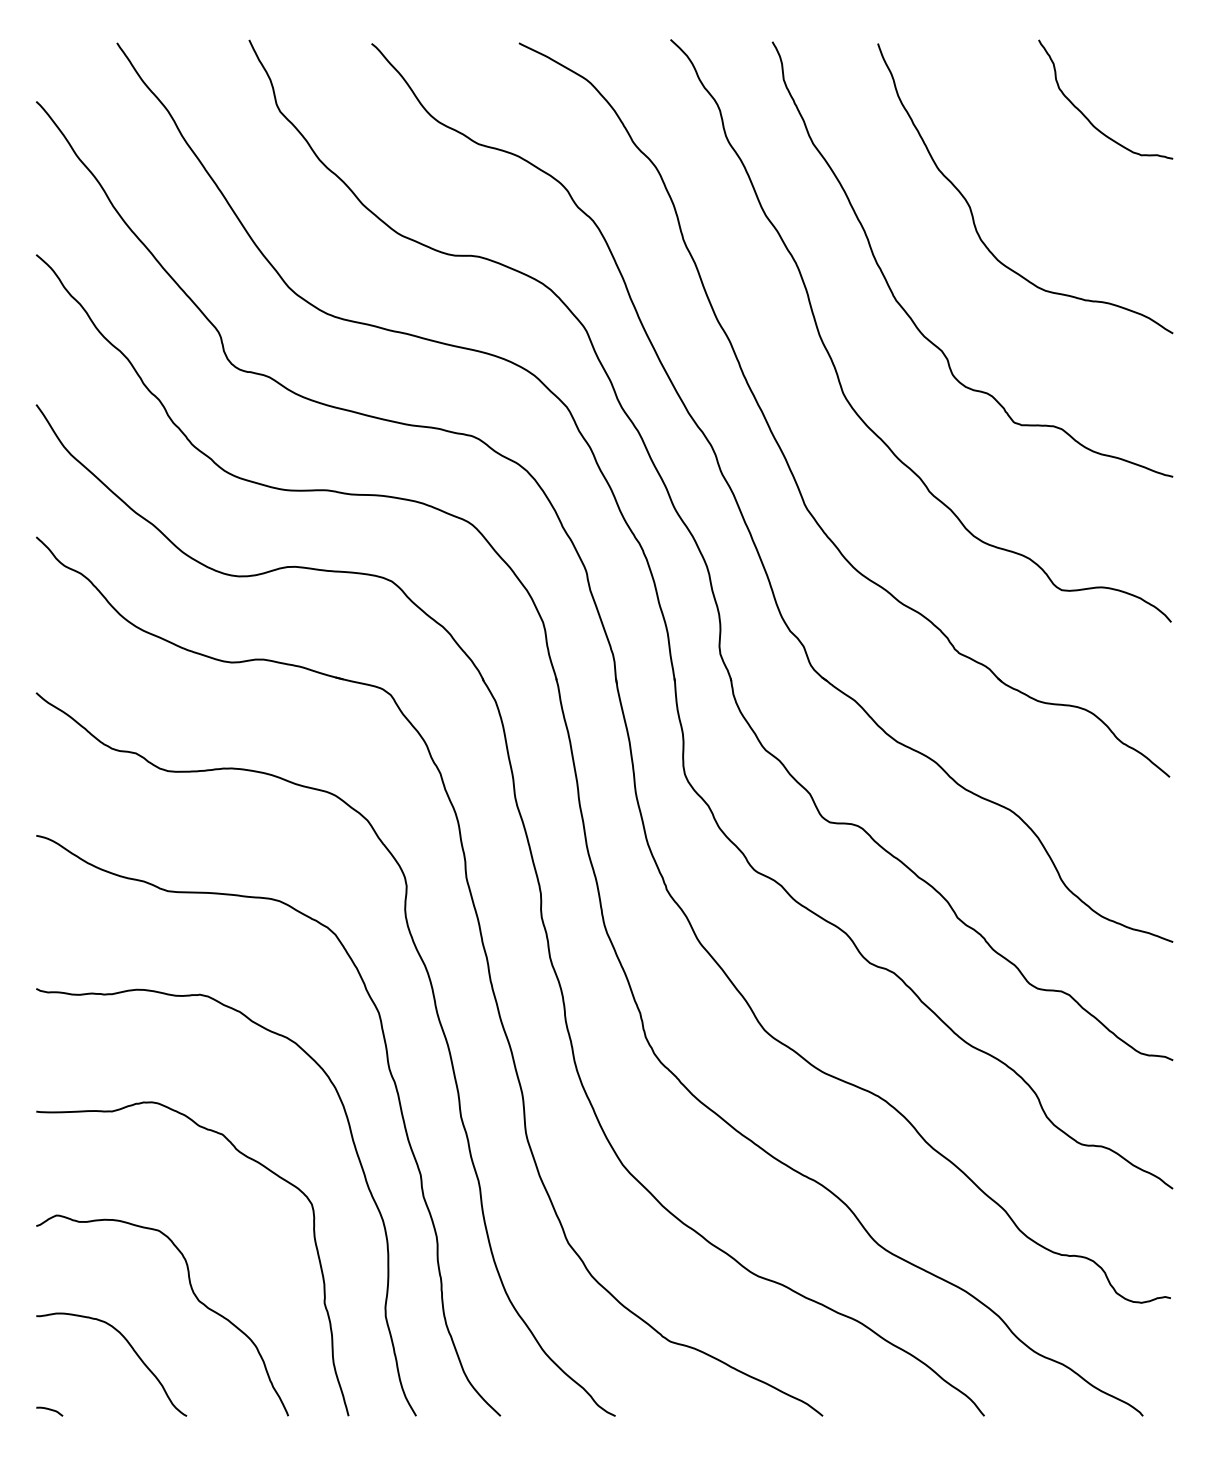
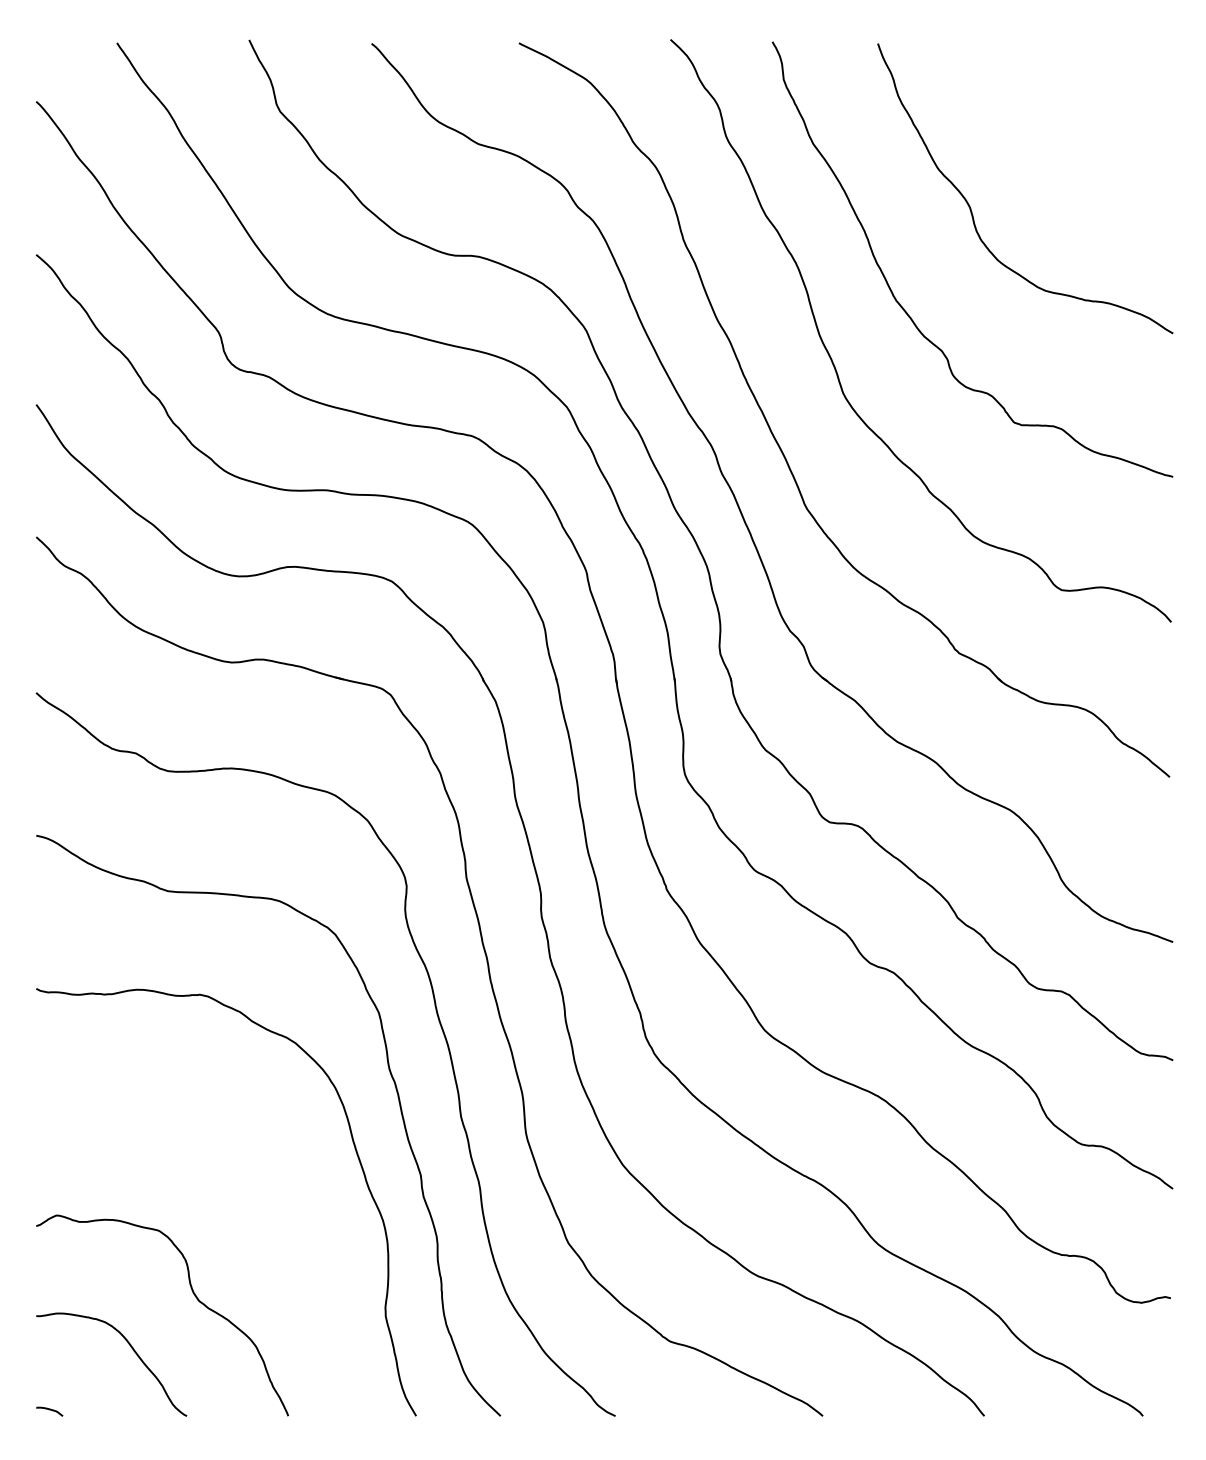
curve at (1087, 117): present -> none
curve at (247, 1158): present -> none
